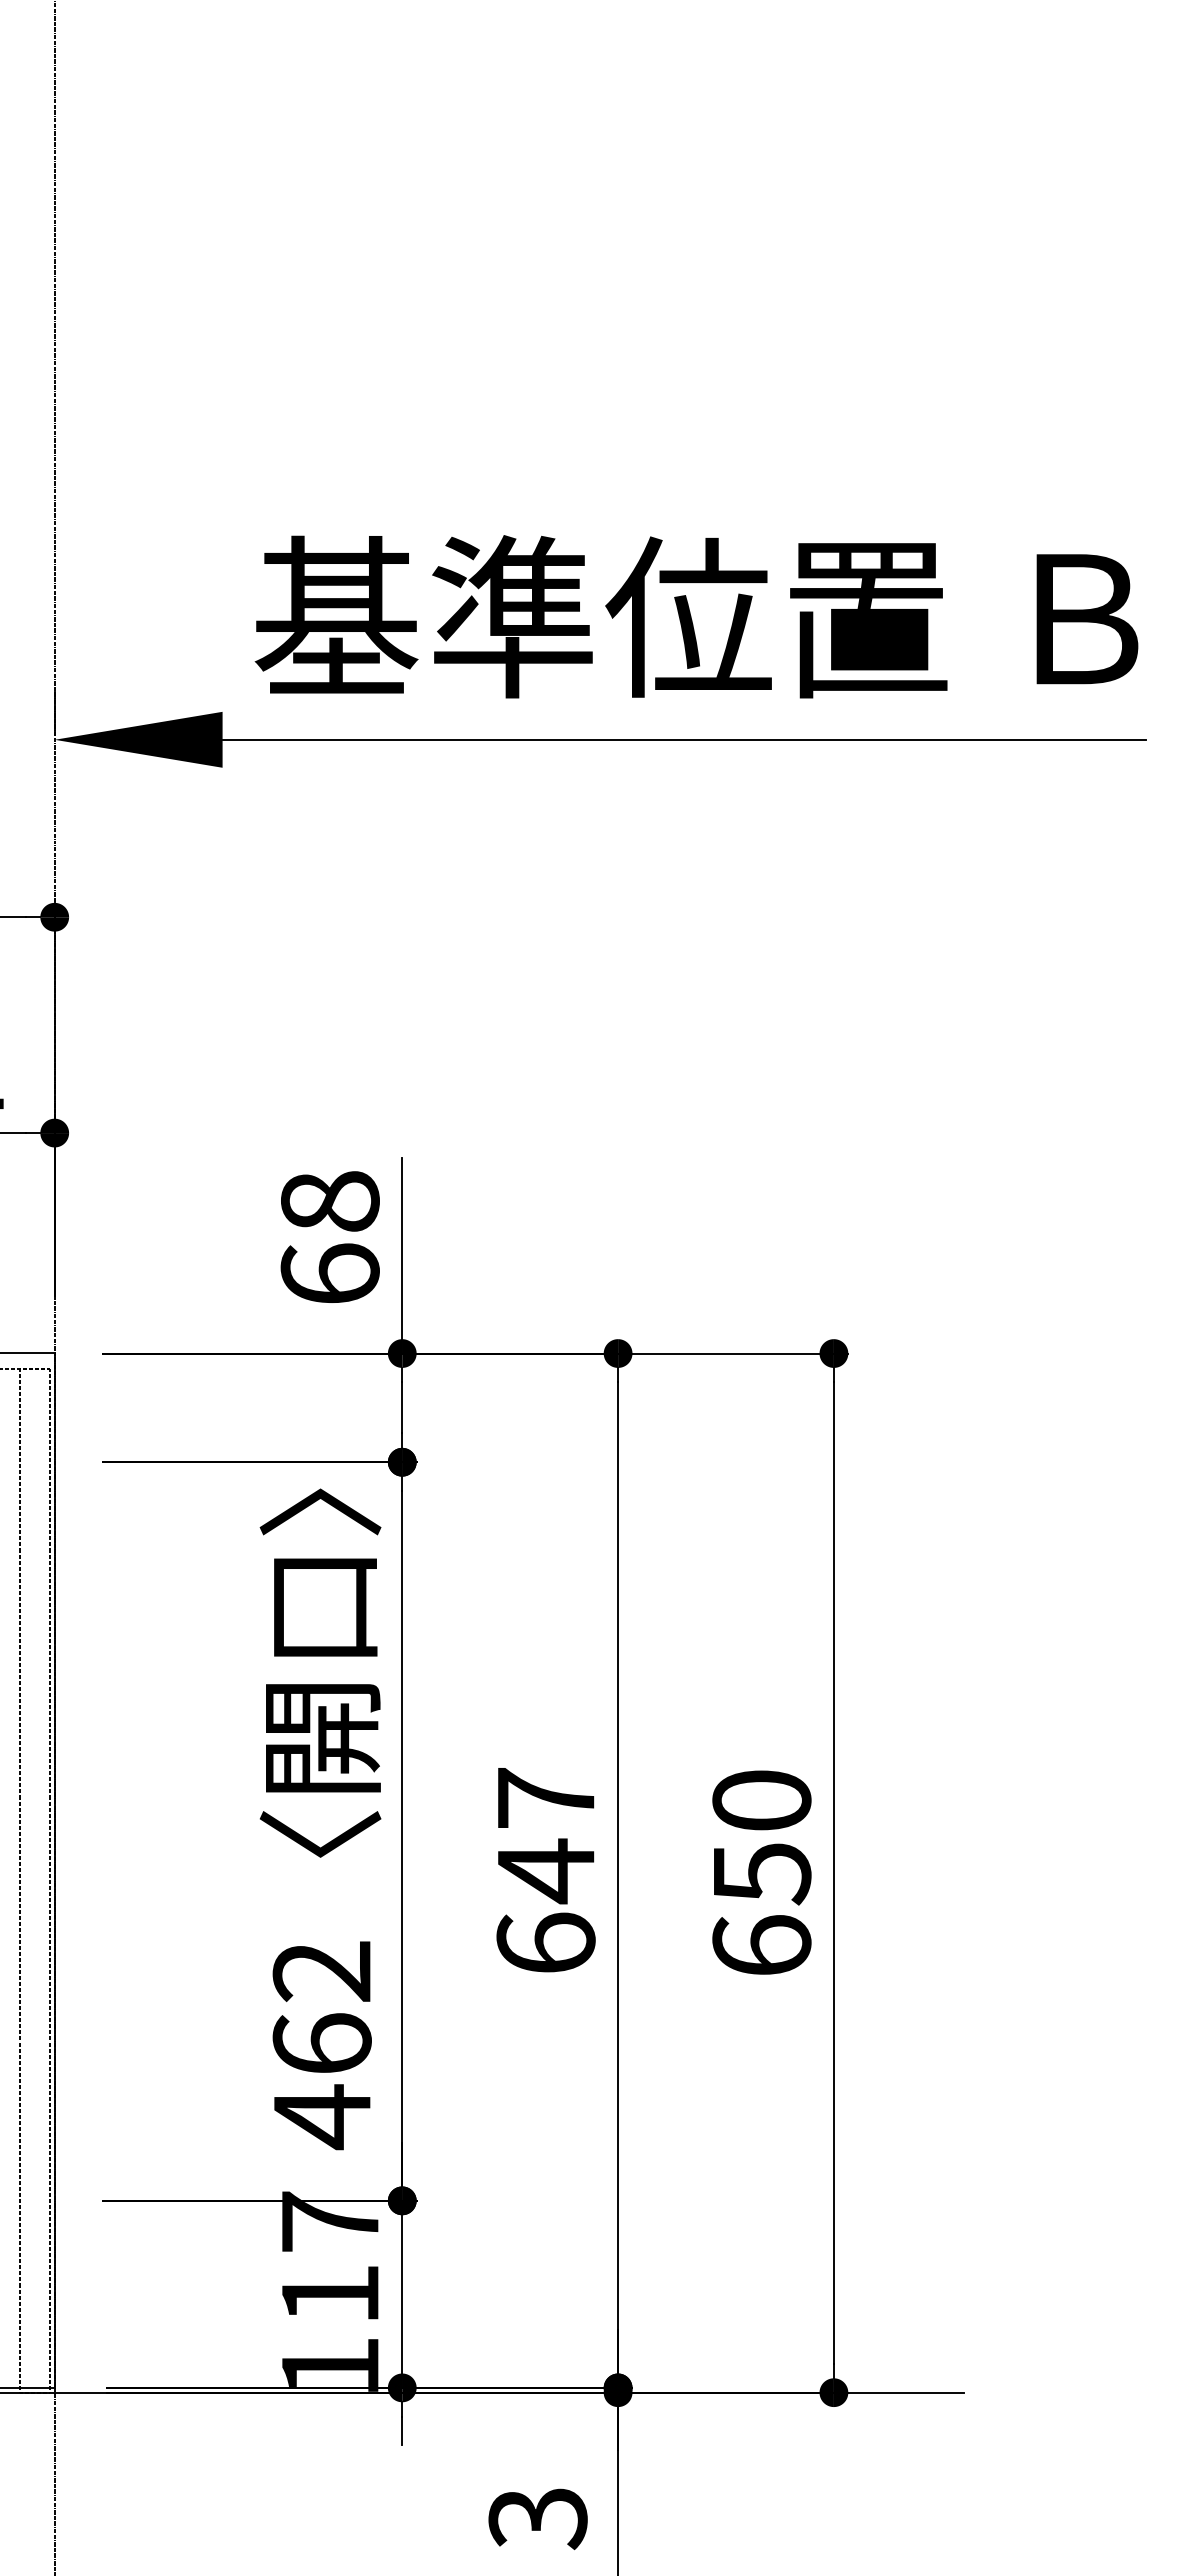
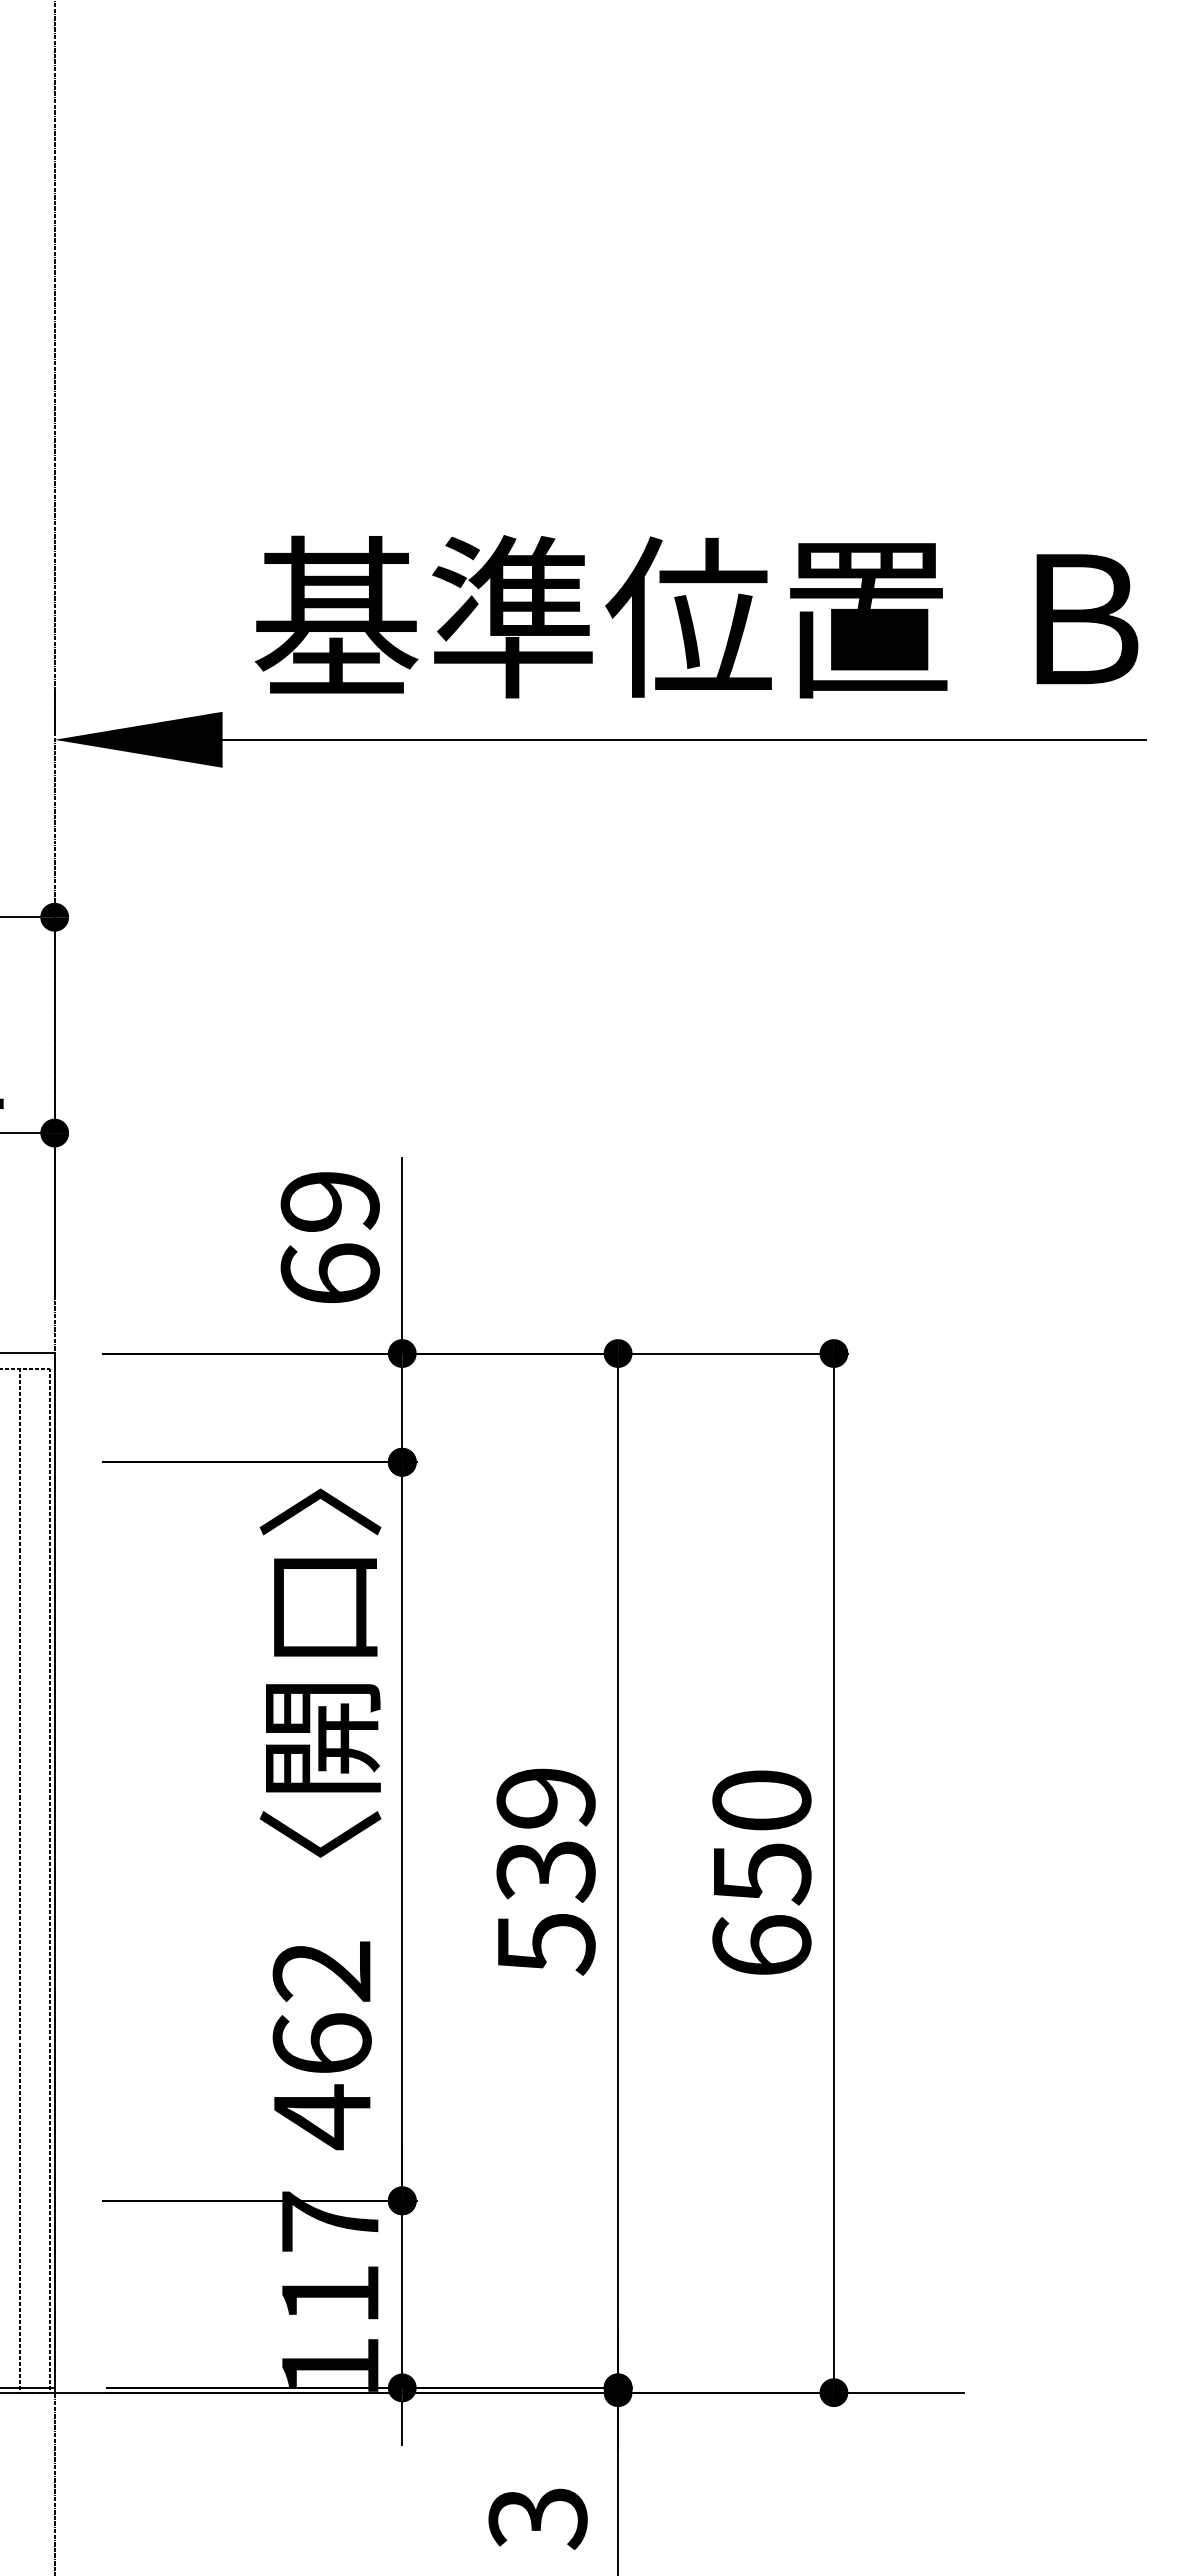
text at (329, 1201): 68 -> 69
text at (545, 1871): 647 -> 539
